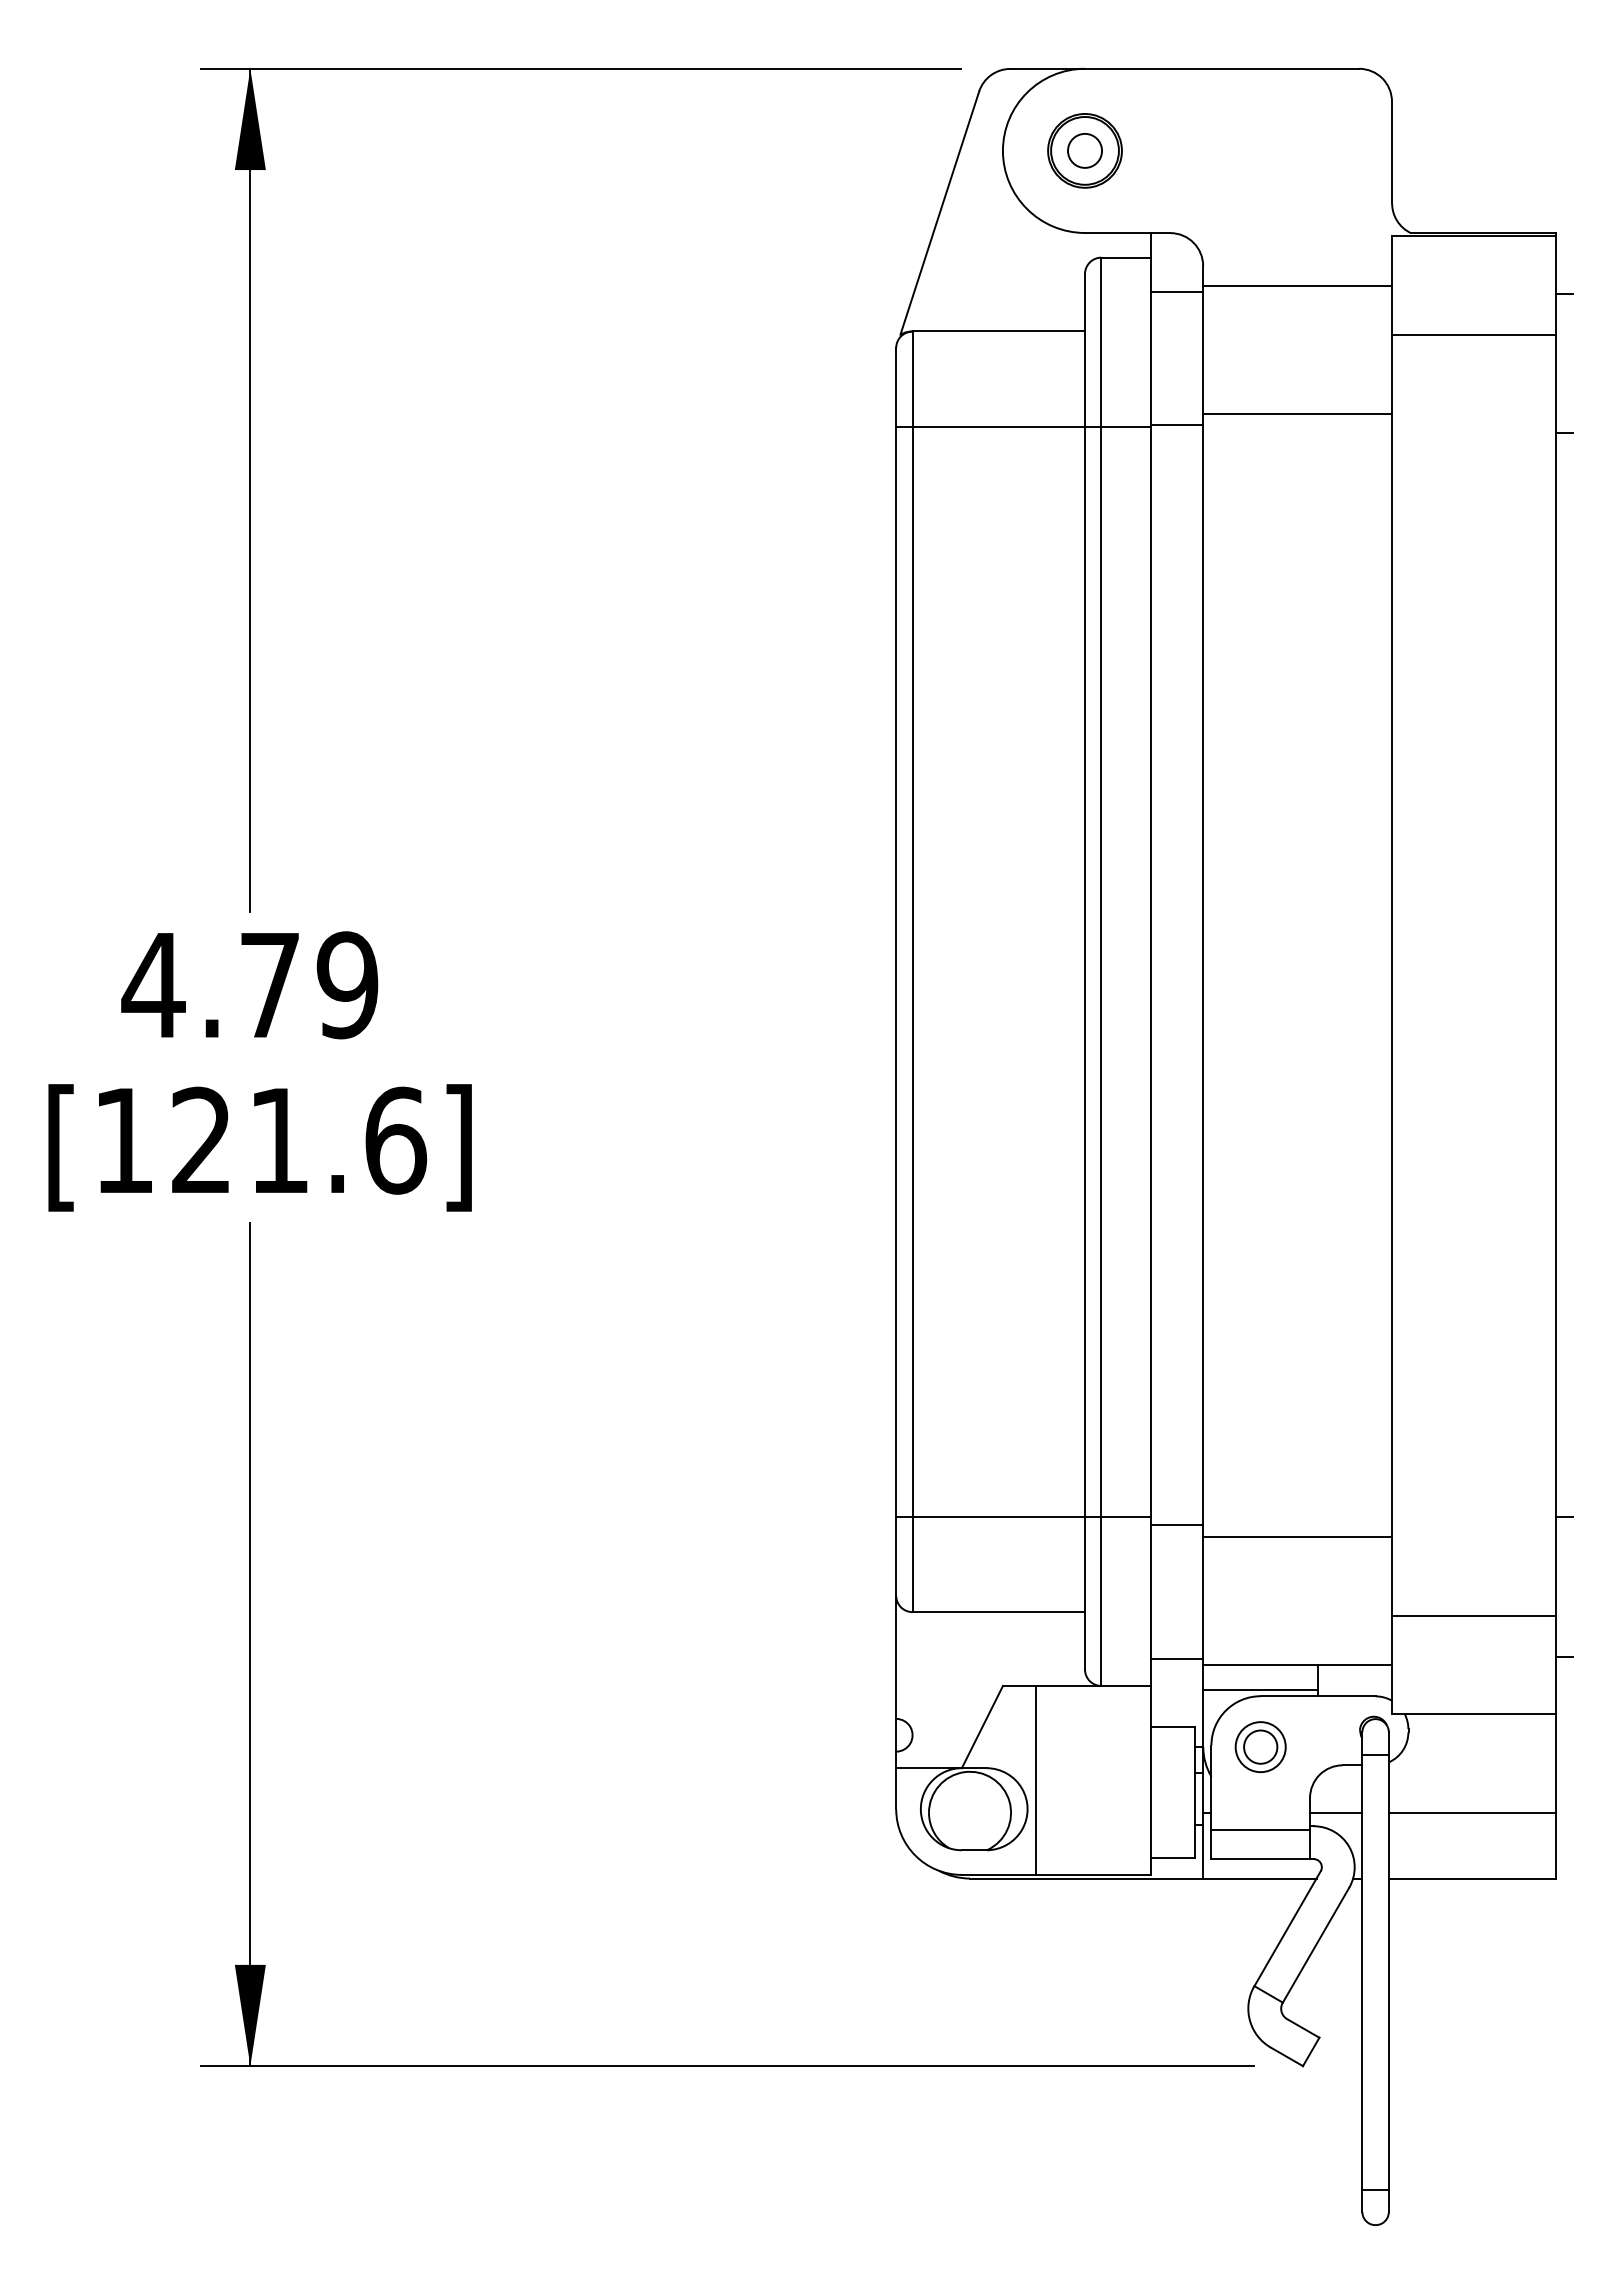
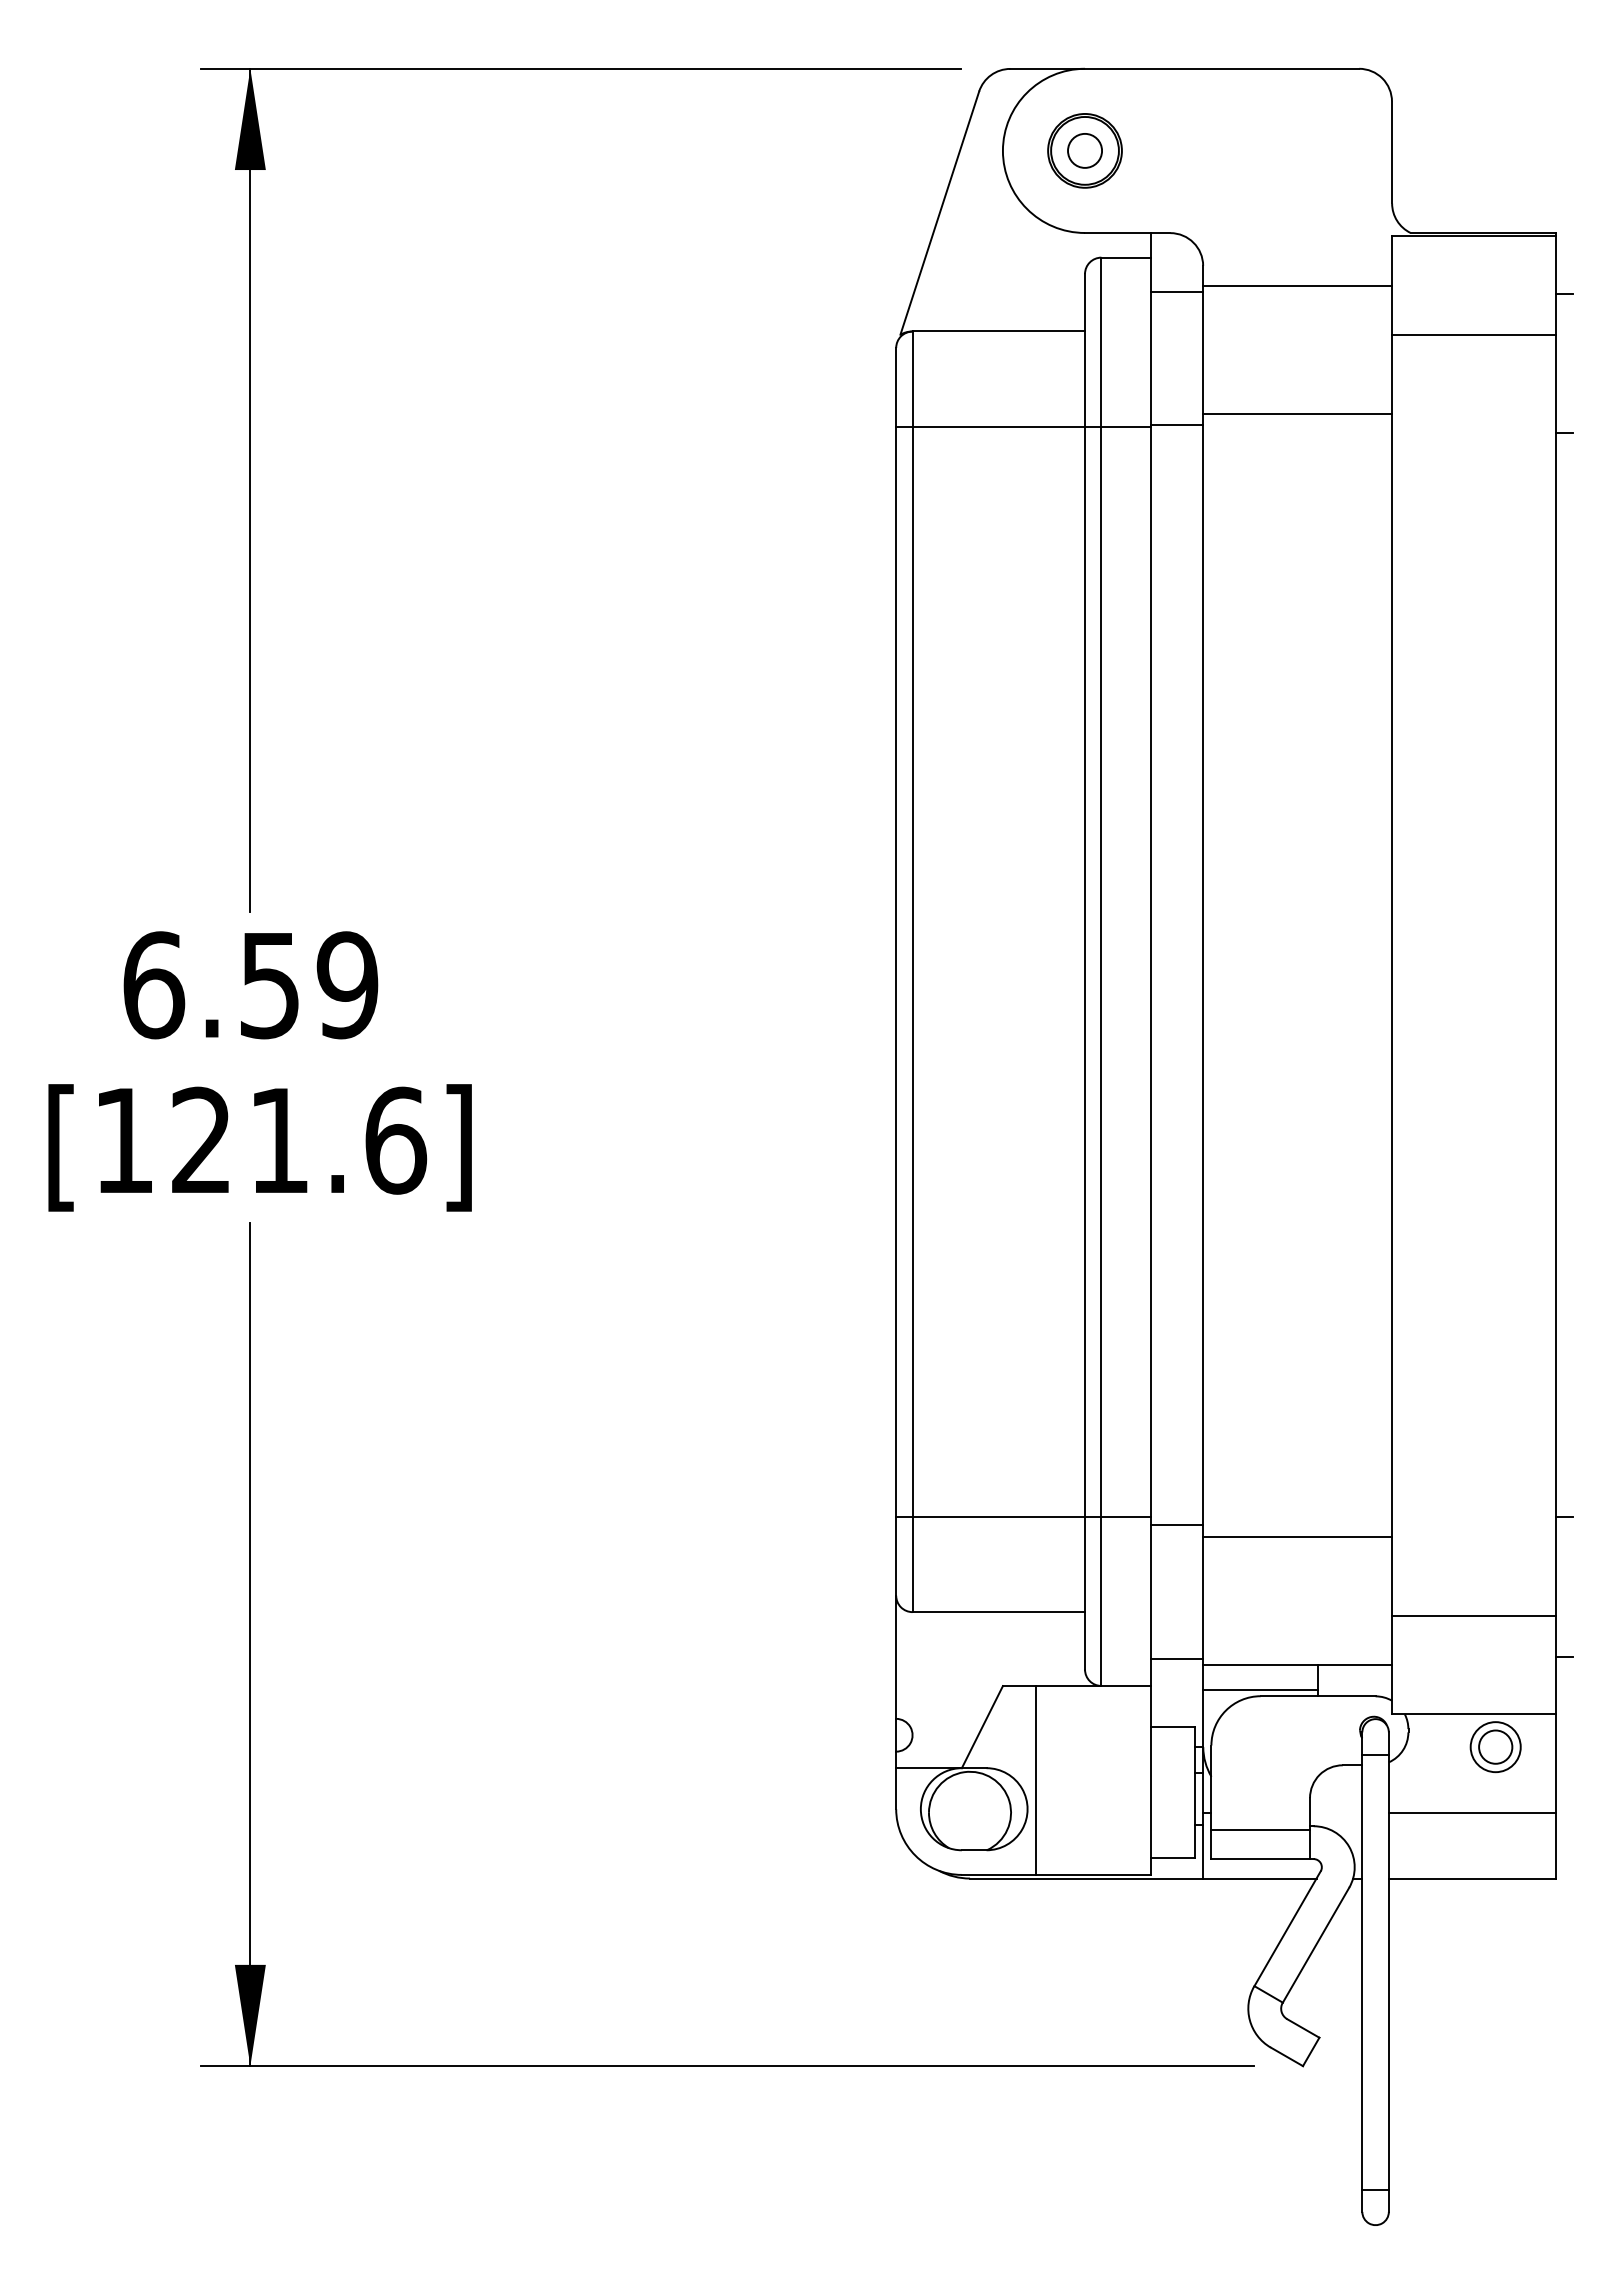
text at (209, 985): 4.79 -> 6.59
part at (1260, 1747) position: (1260, 1747) -> (1495, 1747)
line at (1336, 1812): present -> none
